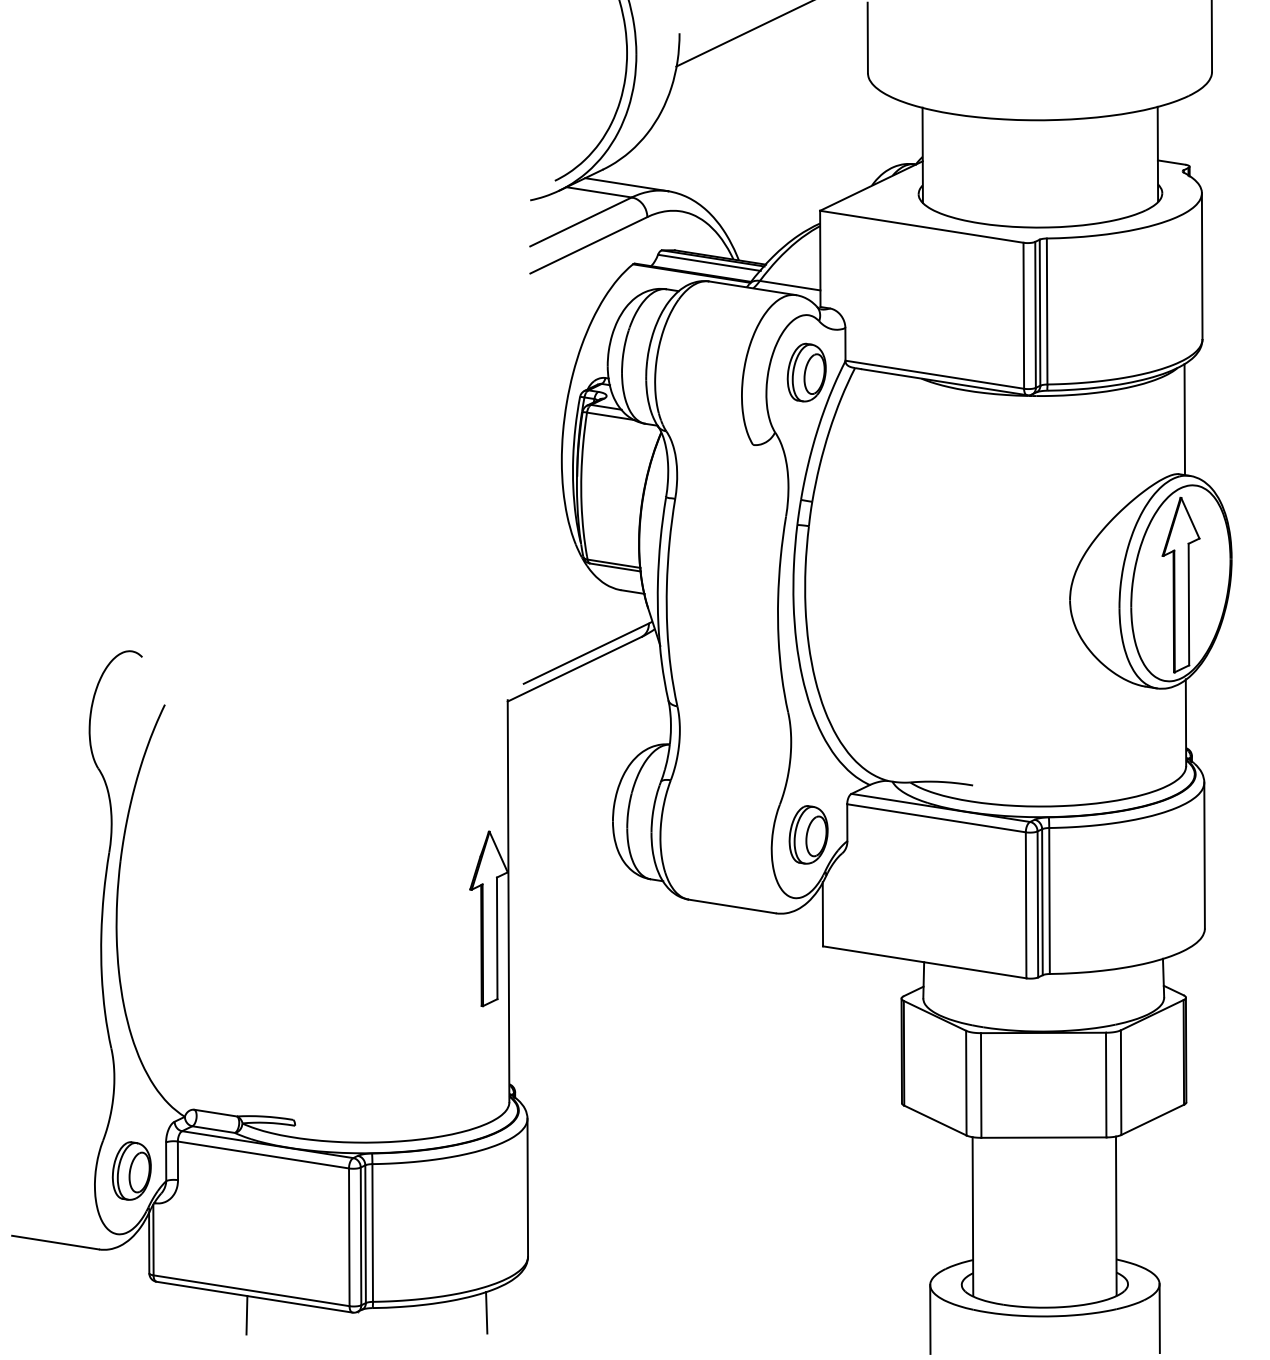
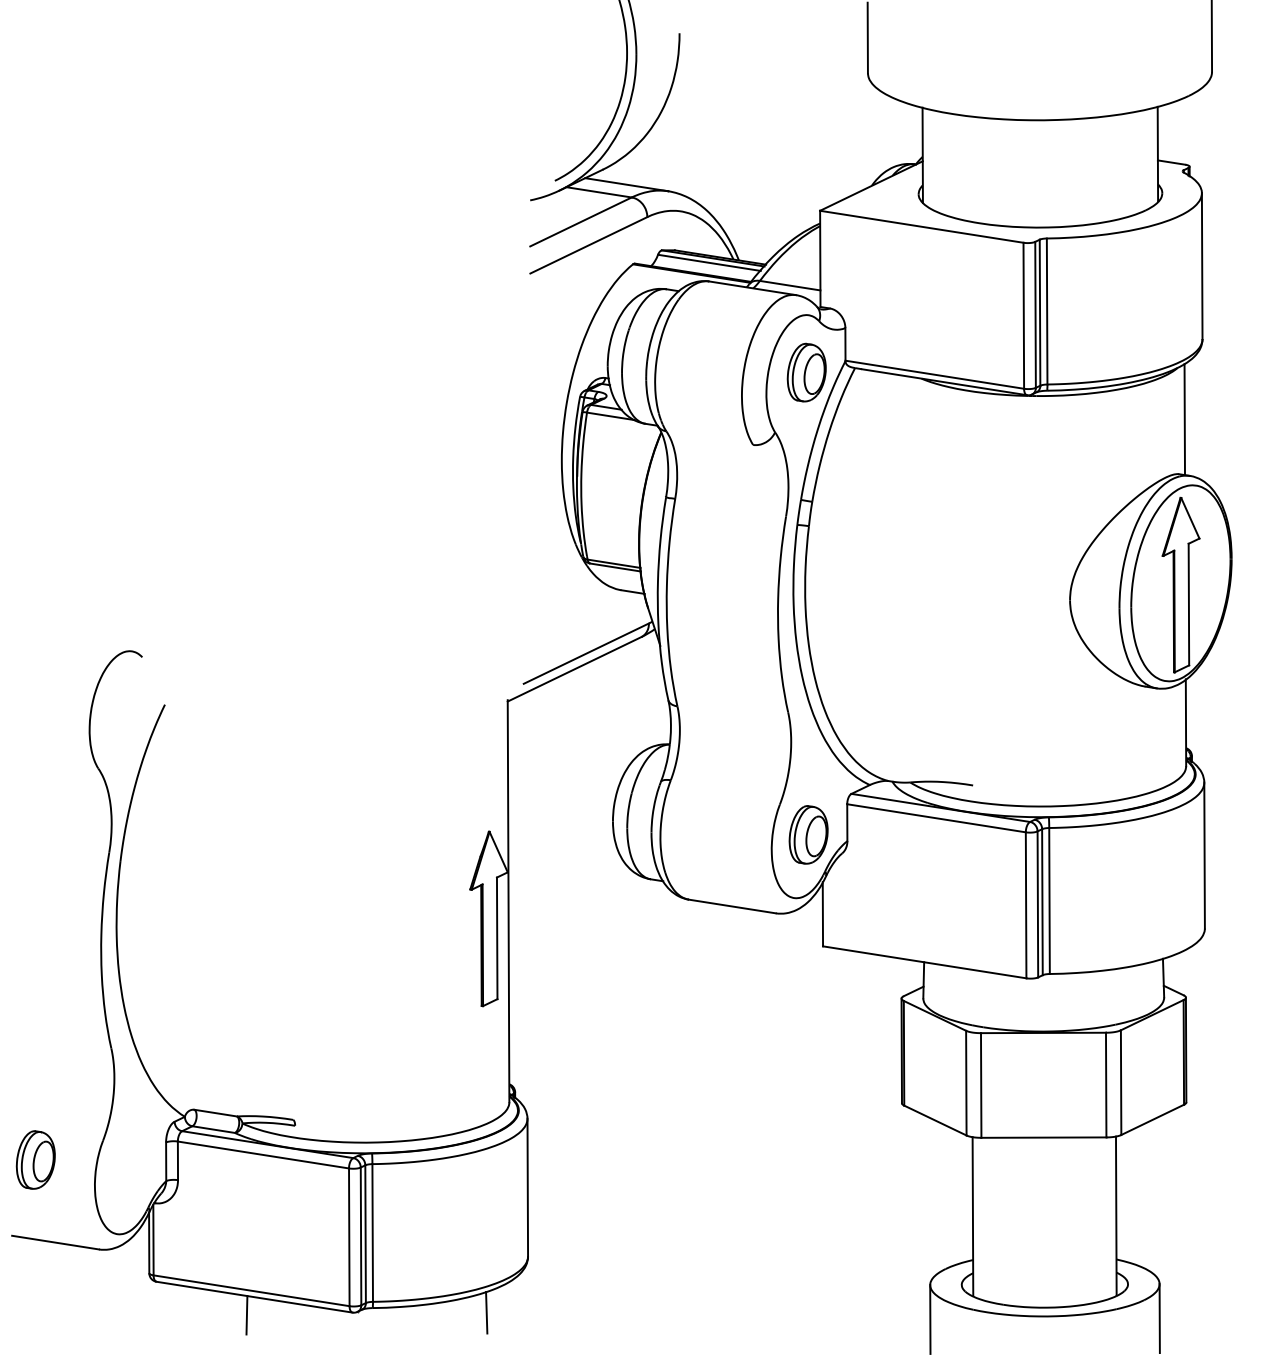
line at (742, 34): present -> none
part at (131, 1170) position: (131, 1170) -> (35, 1159)
